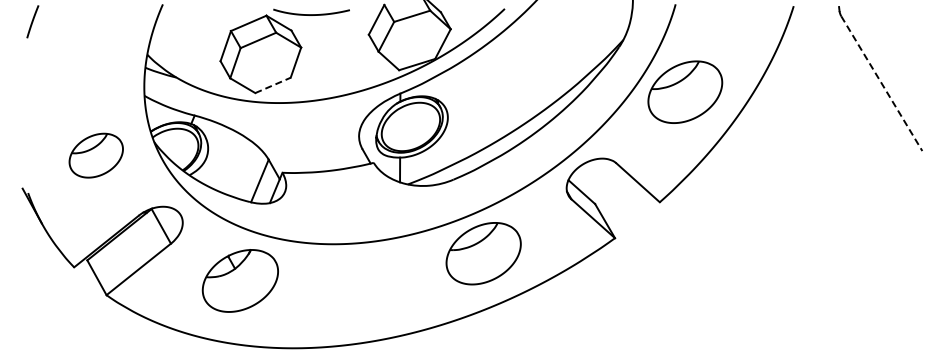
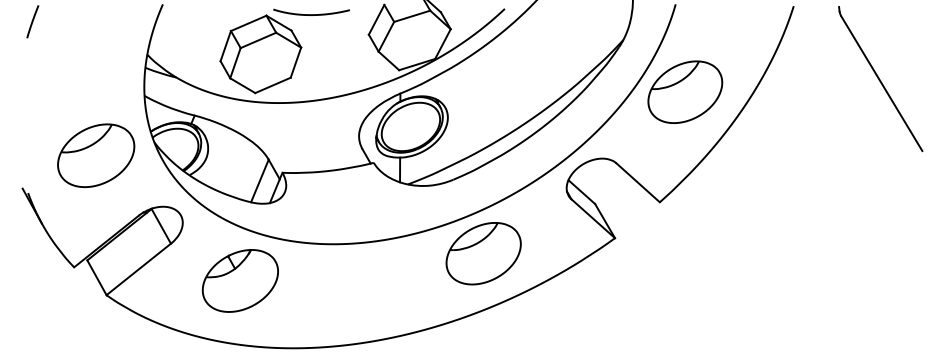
line at (881, 83): dashed -> solid
line at (273, 85): dashed -> solid
part at (95, 155) size: 56x47 px -> 79x65 px
